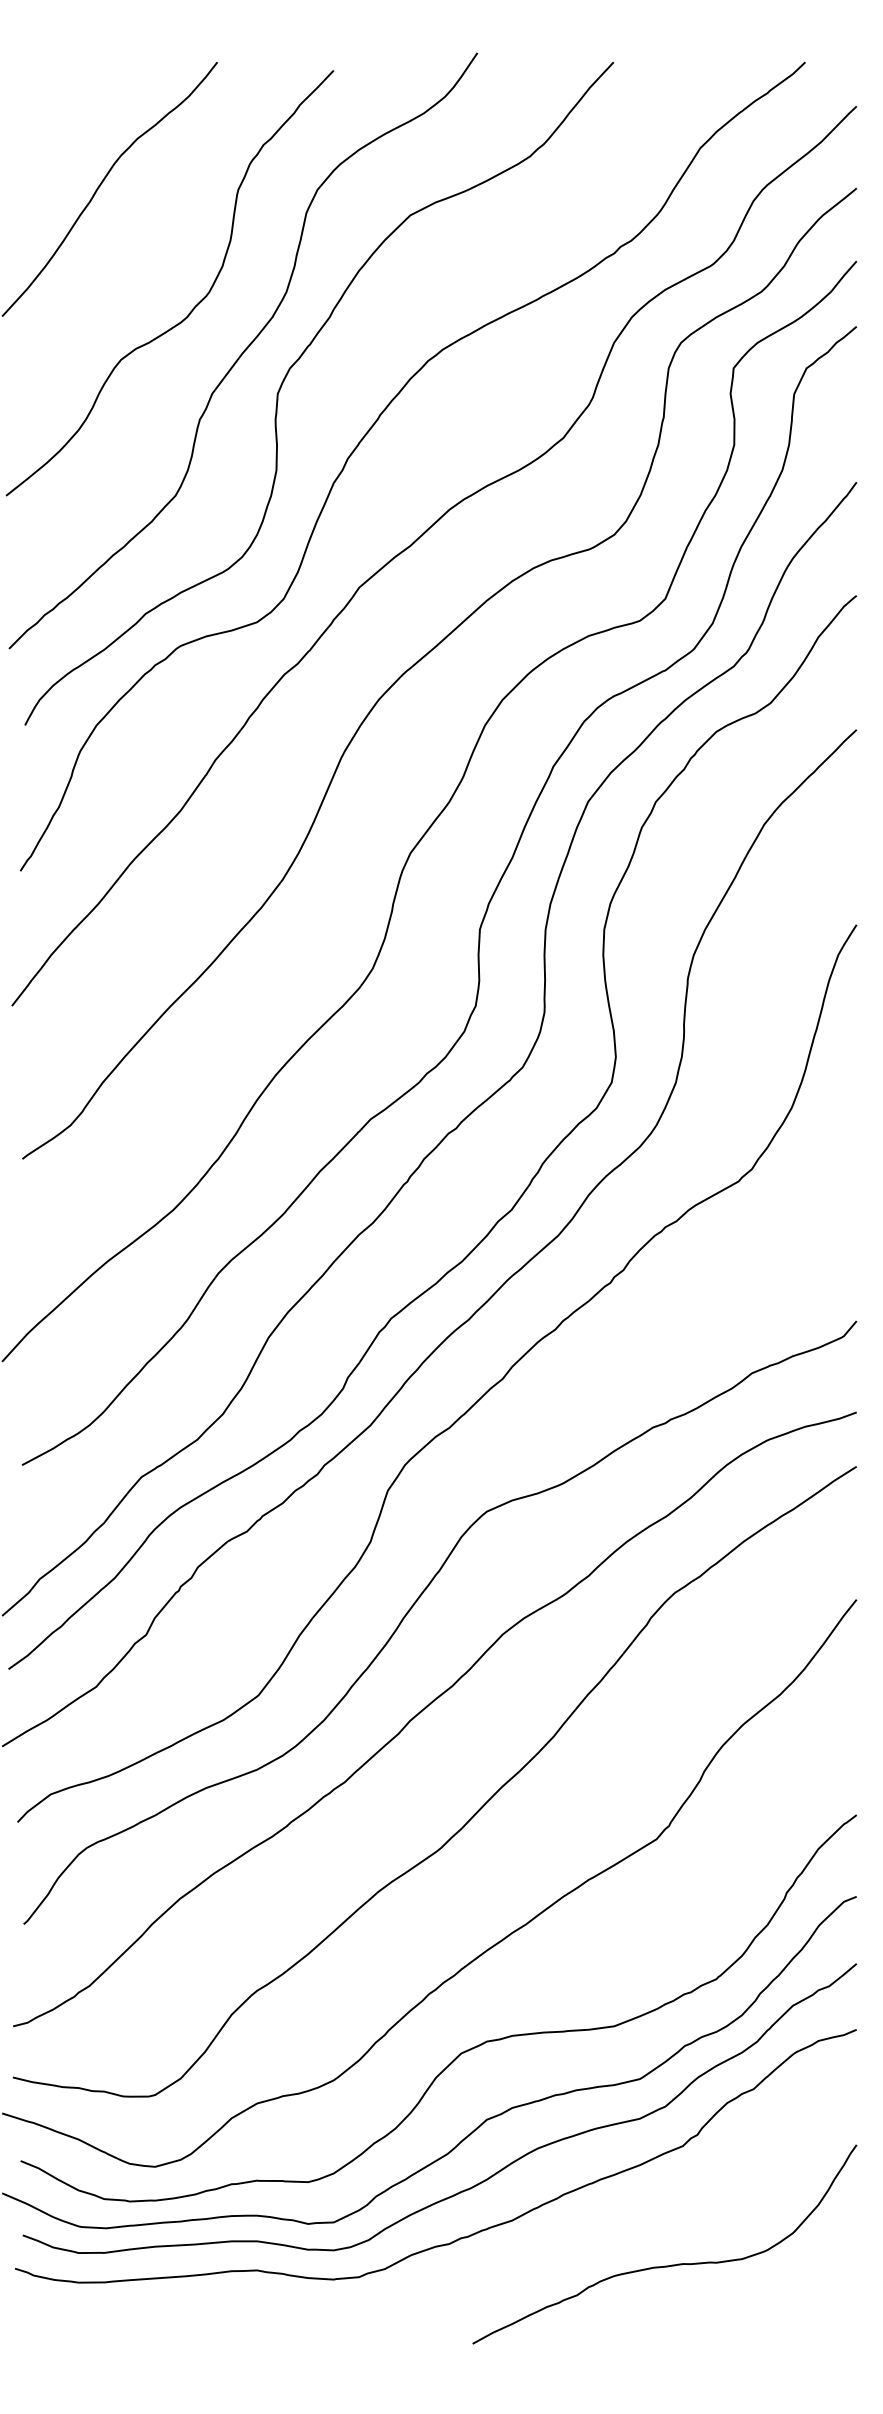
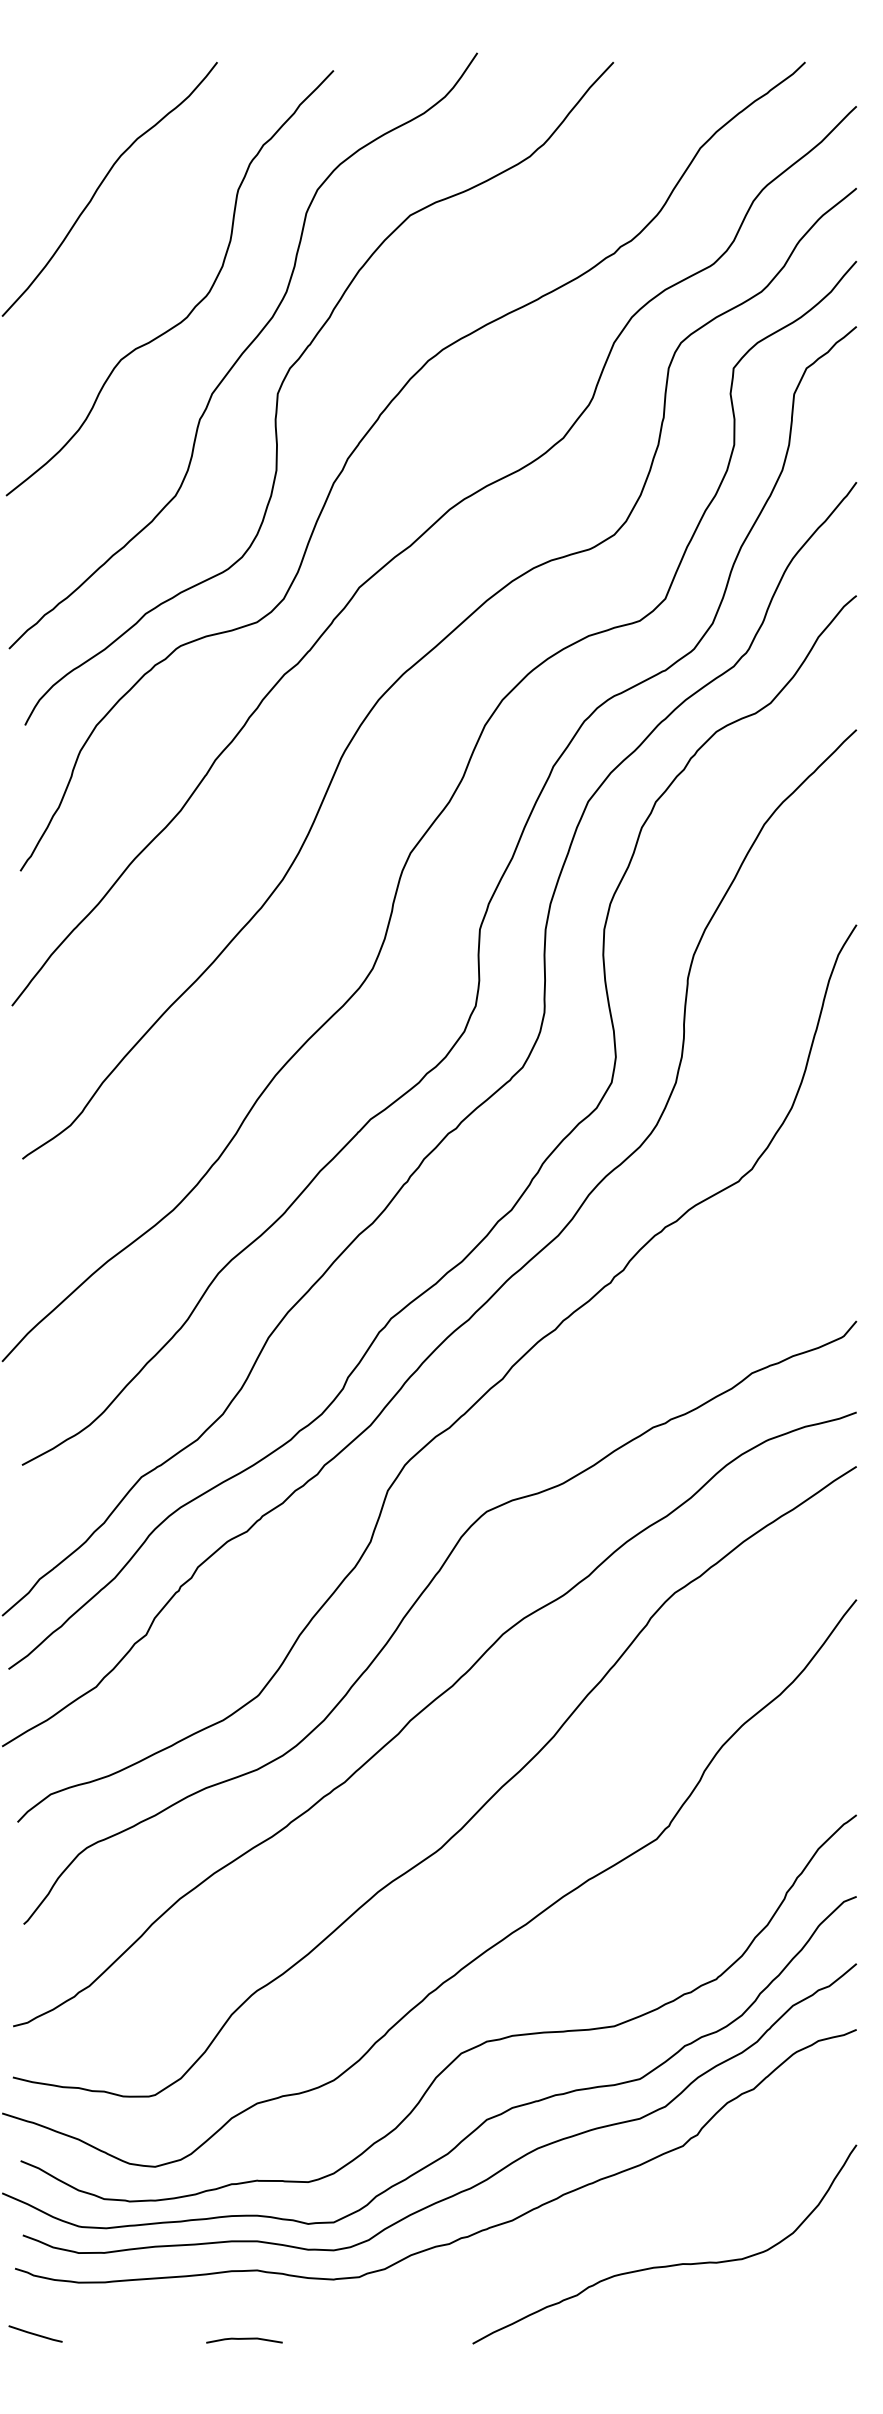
line at (35, 2333): none -> present
curve at (244, 2339): none -> present
